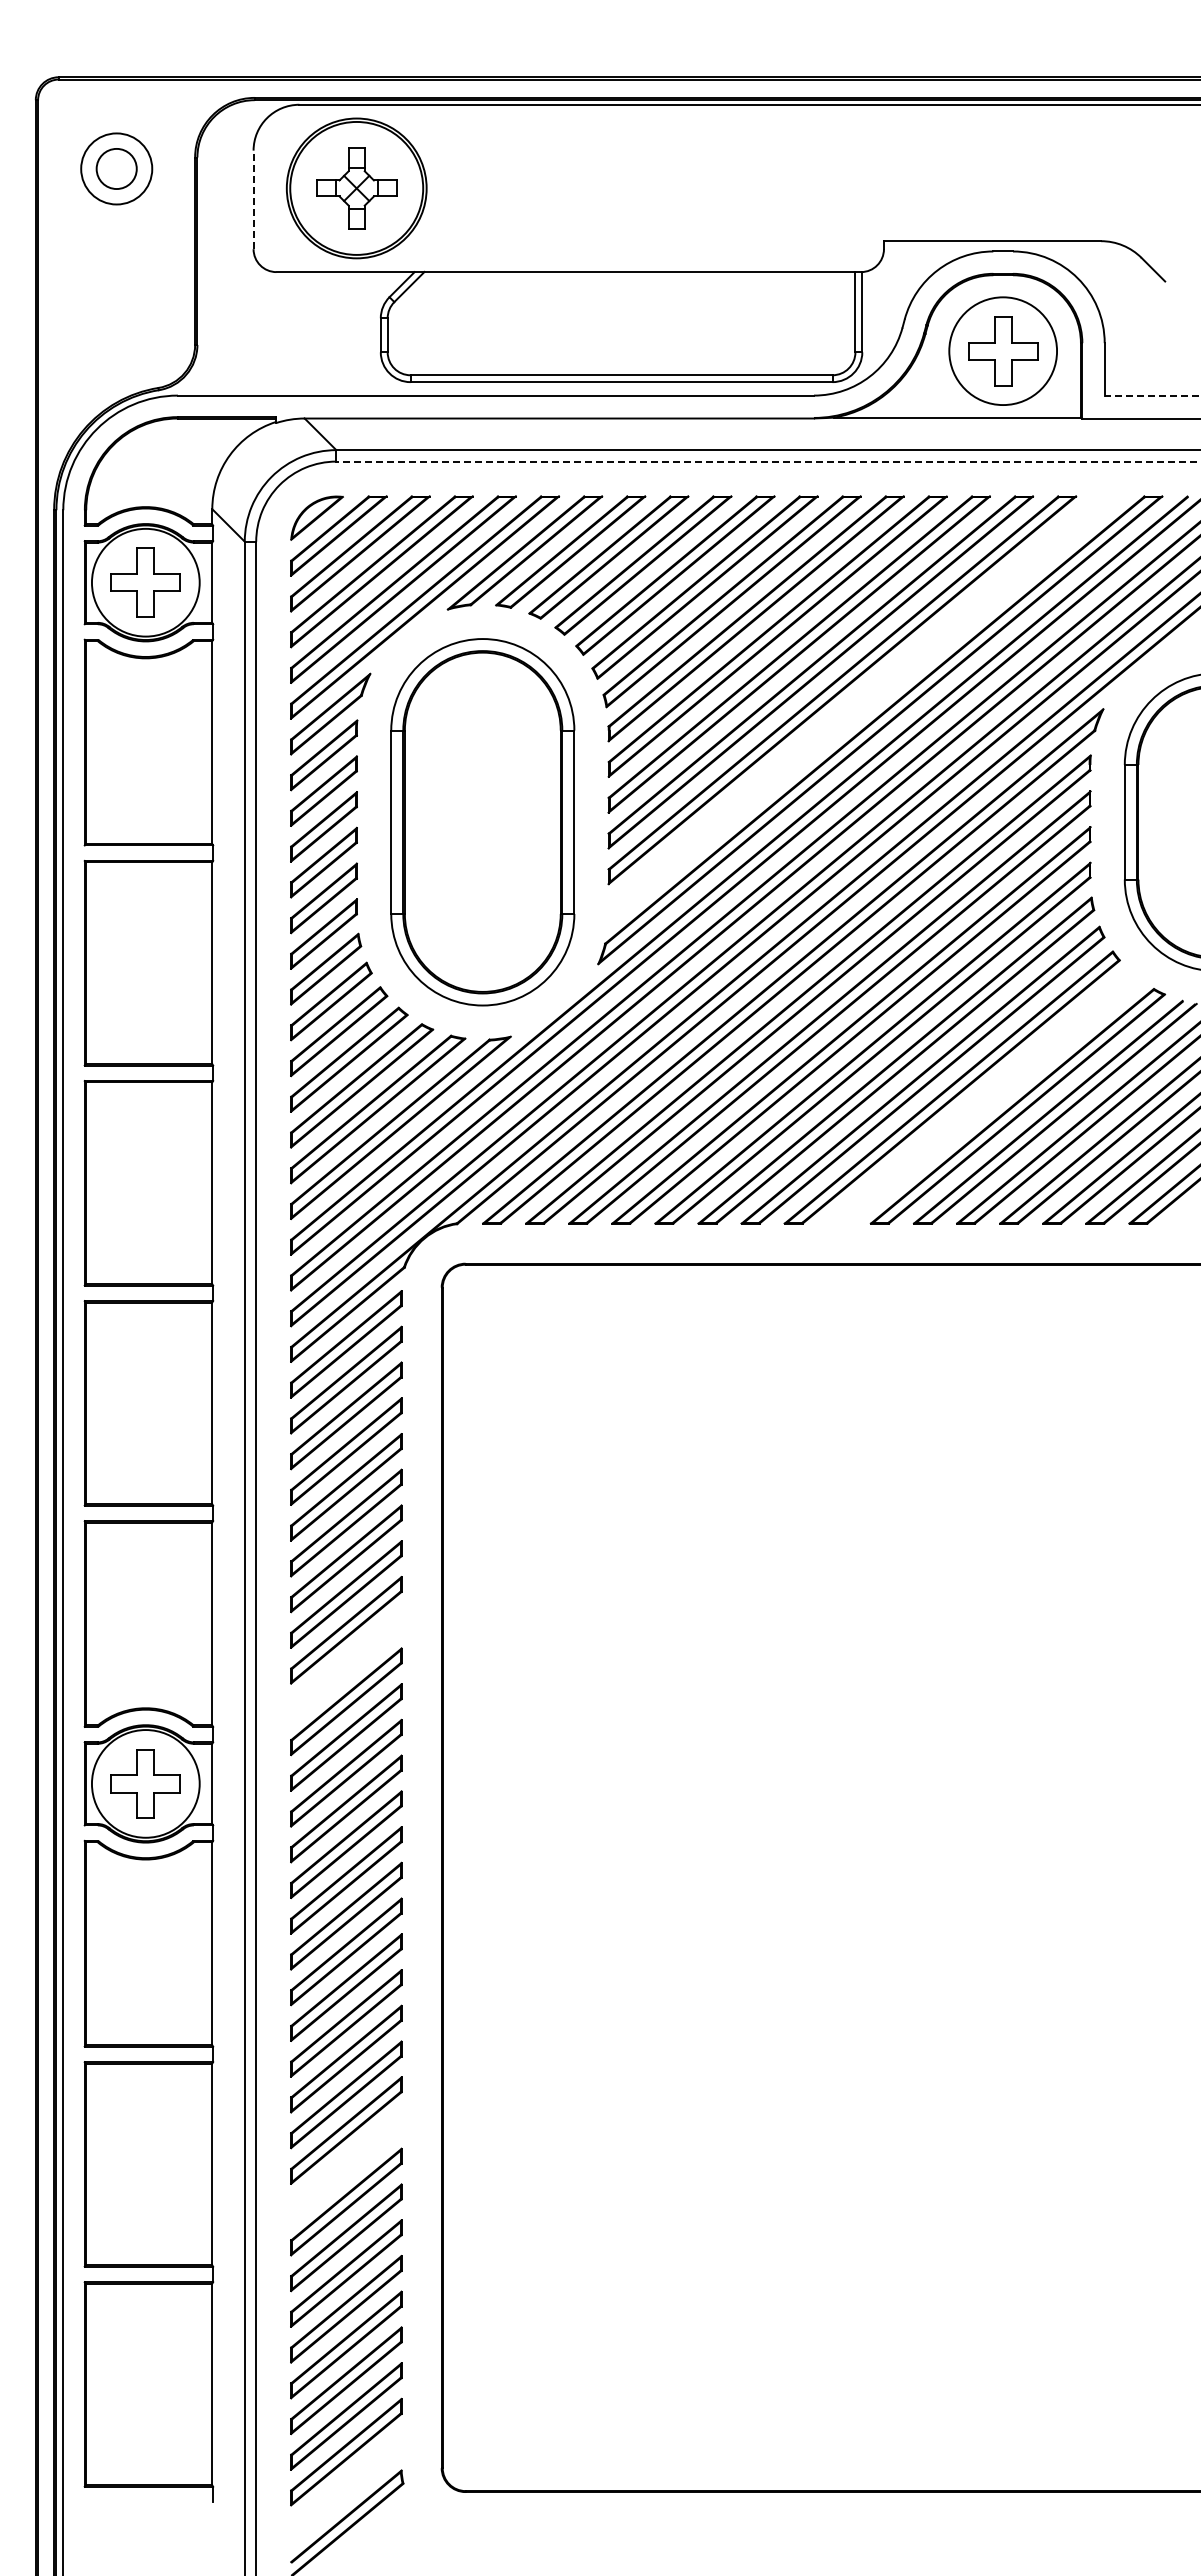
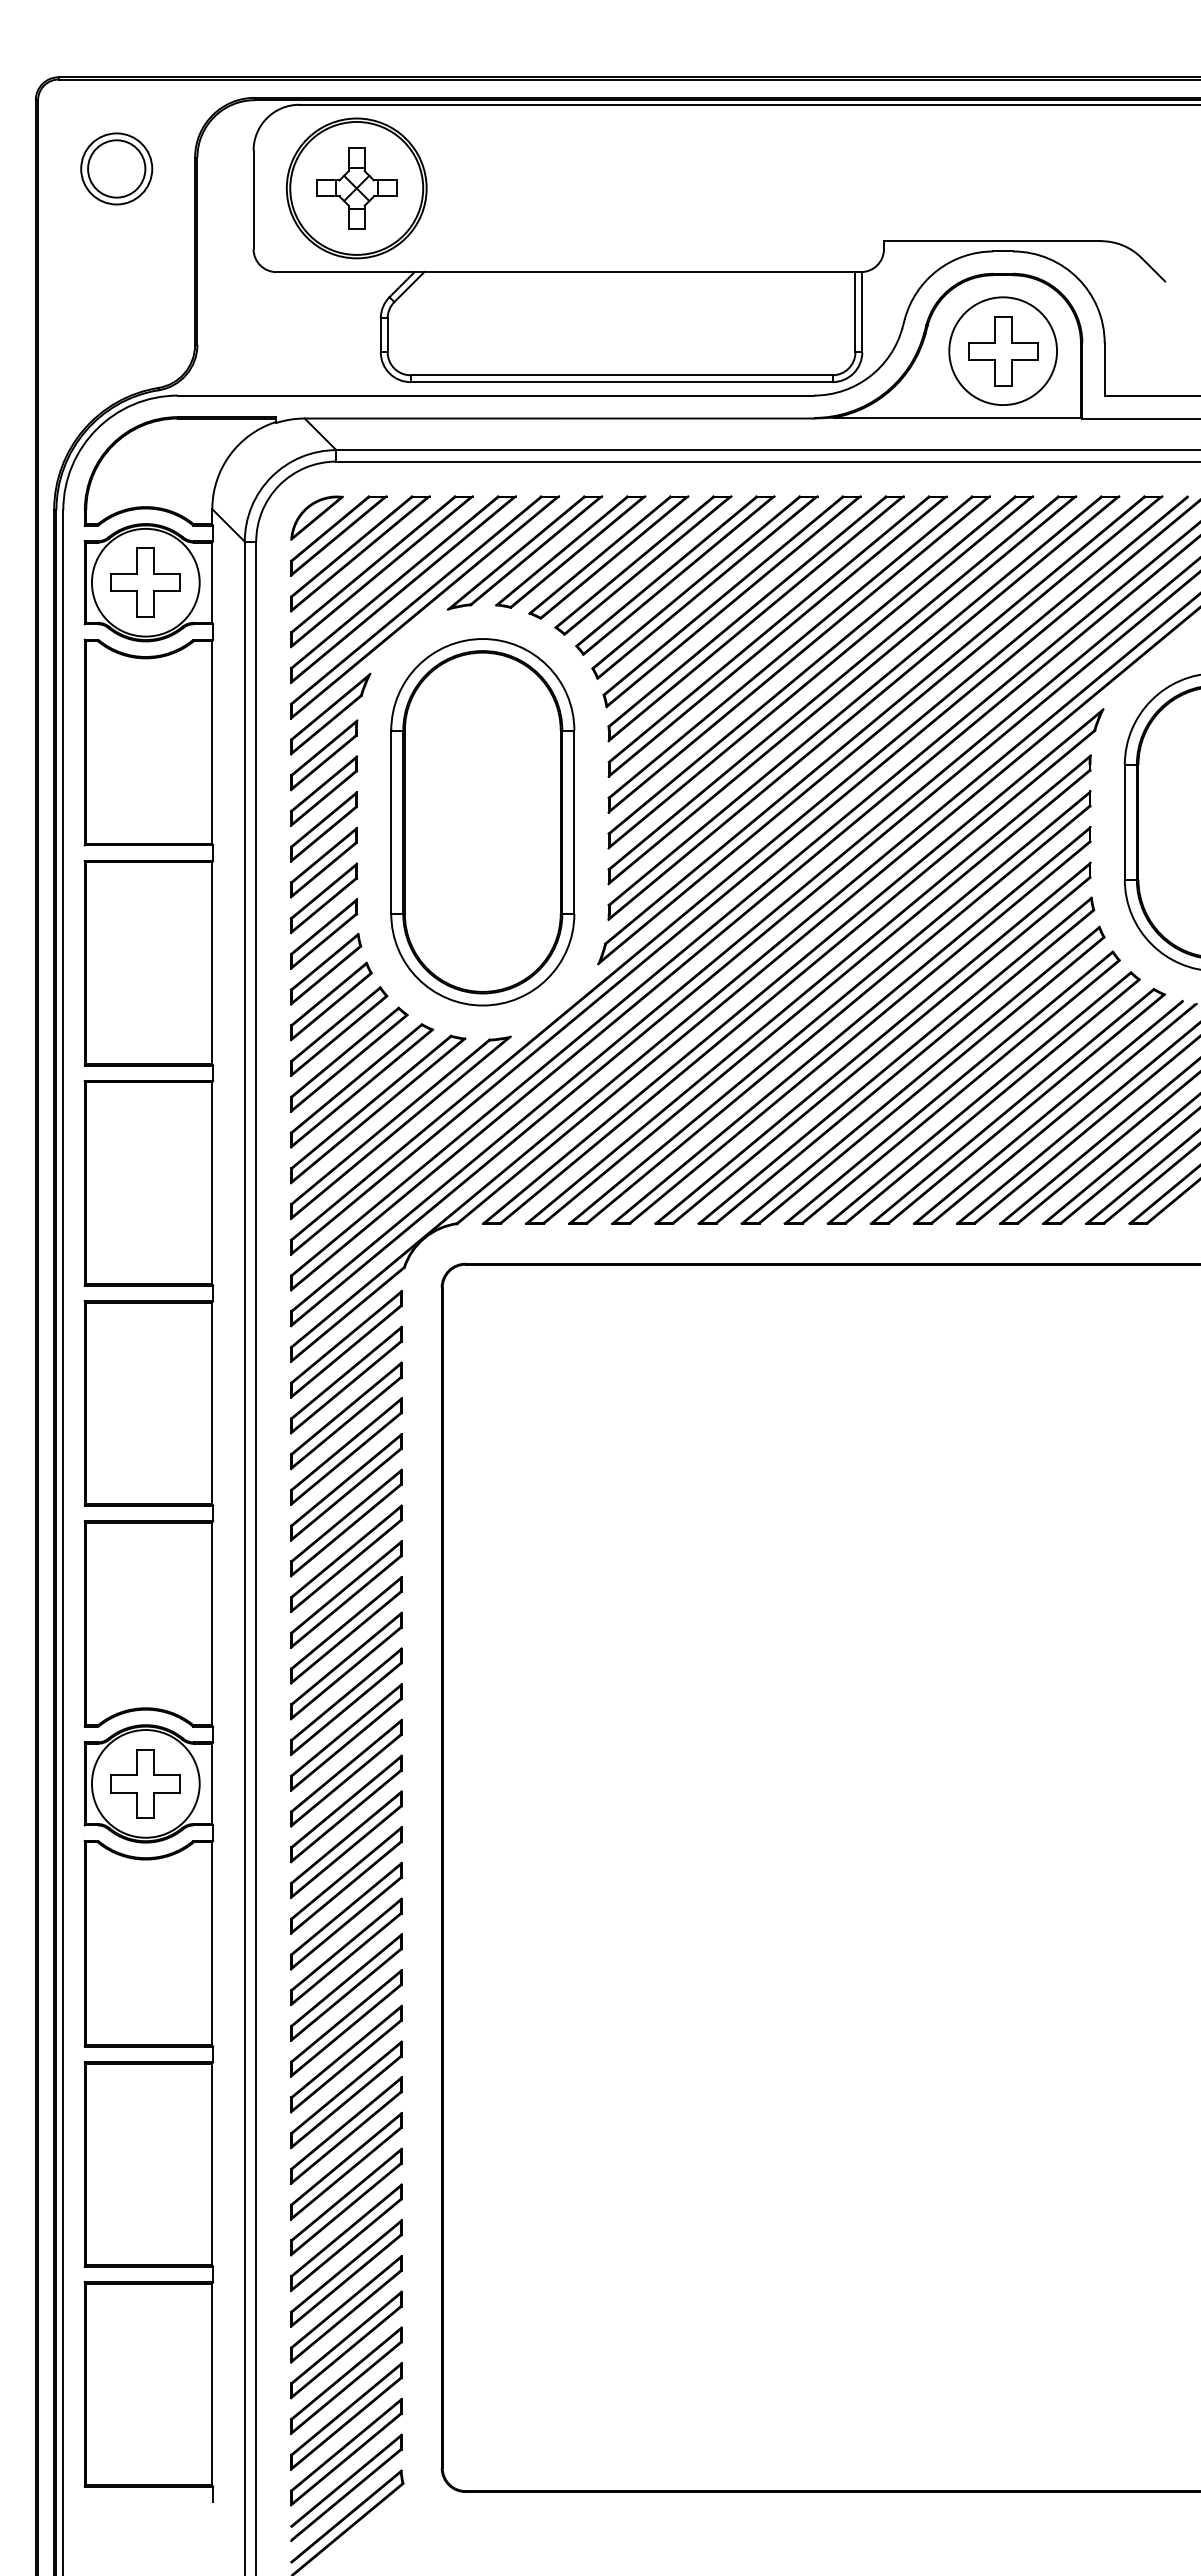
circle at (116, 168) diameter: 40 px -> 57 px
line at (253, 199): dashed -> solid
line at (1152, 395): dashed -> solid
line at (768, 461): dashed -> solid
part at (863, 707): none -> present
part at (983, 1097): none -> present
part at (346, 1665): none -> present
part at (346, 2166): none -> present
part at (346, 2487): none -> present
